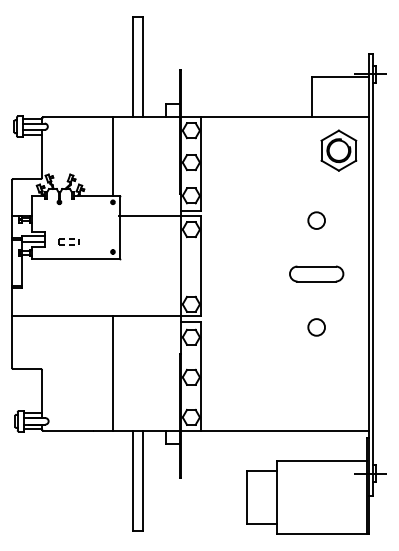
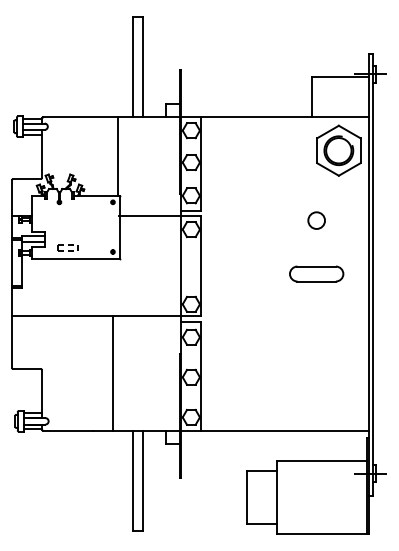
part at (338, 150) size: 38x43 px -> 46x53 px
line at (112, 156) position: (112, 156) -> (117, 156)
part at (68, 241) position: (68, 241) -> (67, 247)
circle at (316, 327): present -> none
